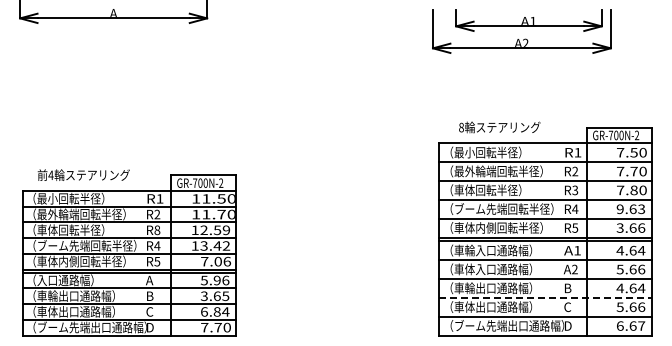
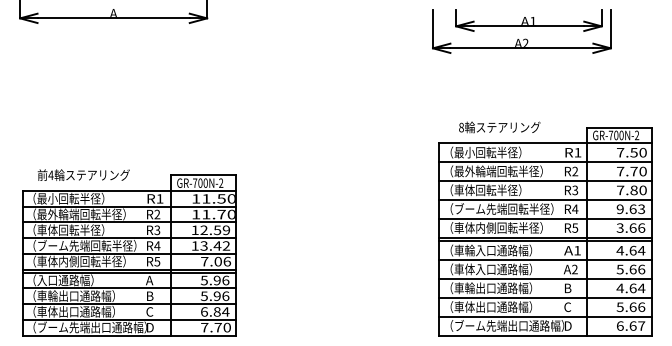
text at (157, 229): R8 -> R3
text at (215, 296): 3.65 -> 5.96
line at (545, 297): dashed -> solid
